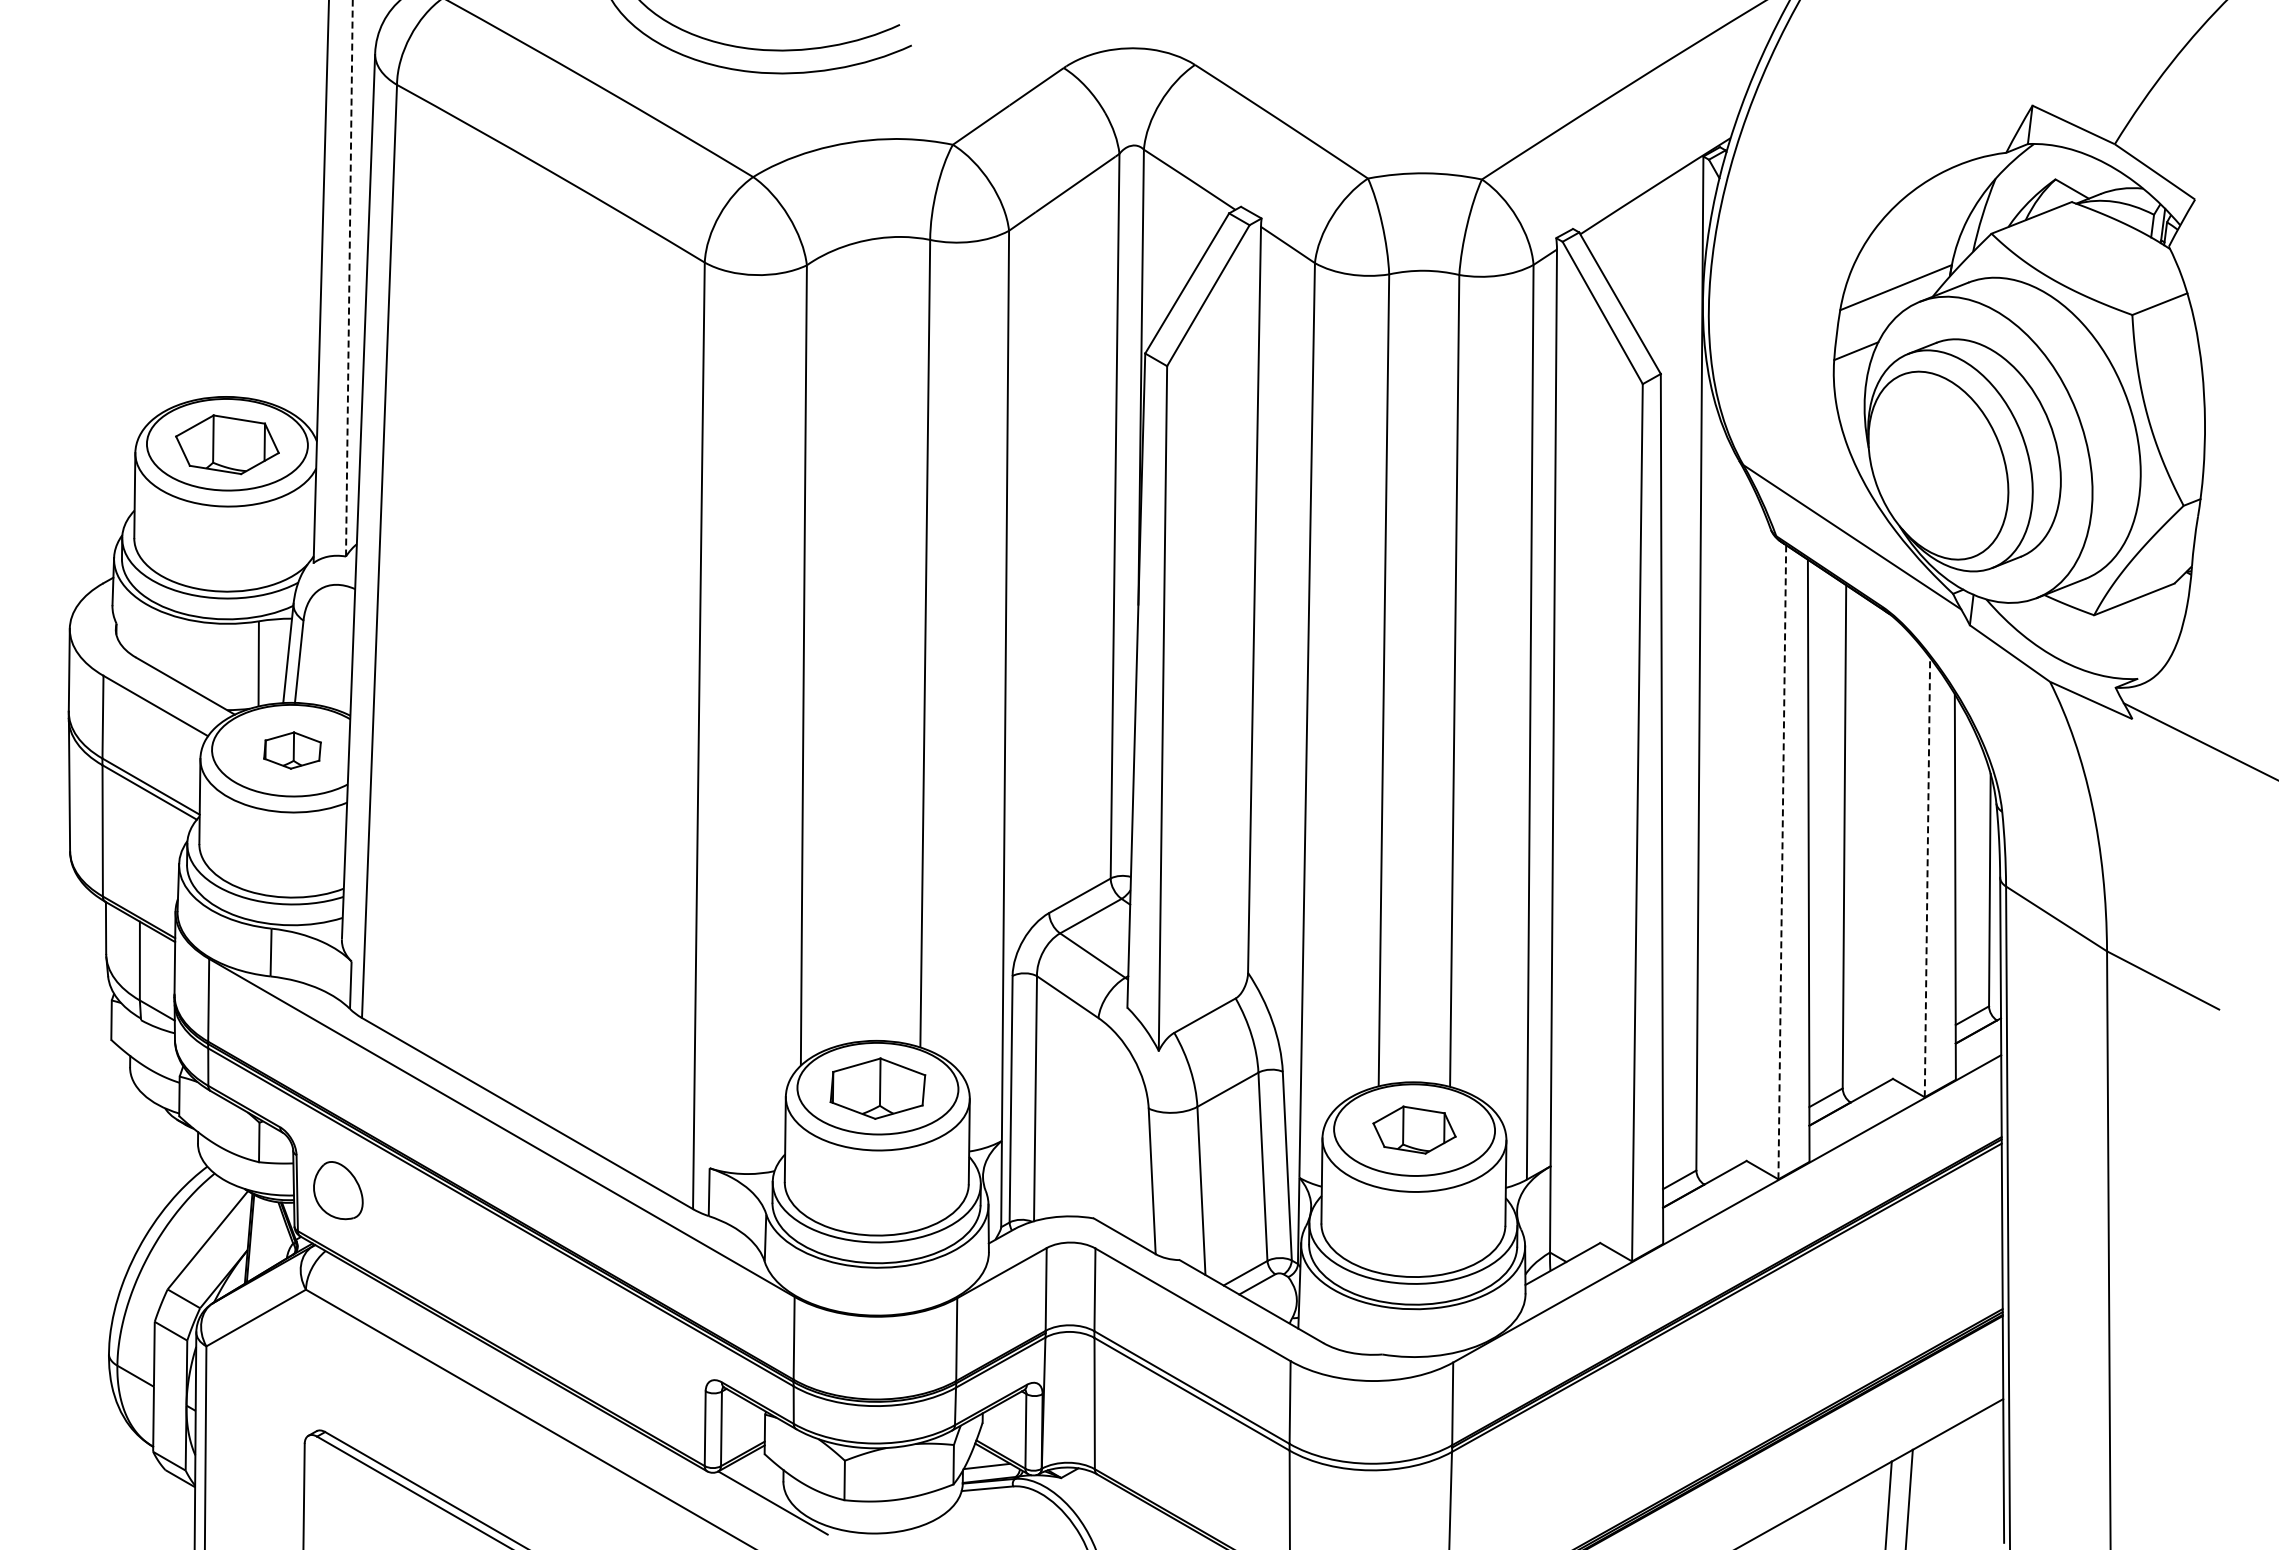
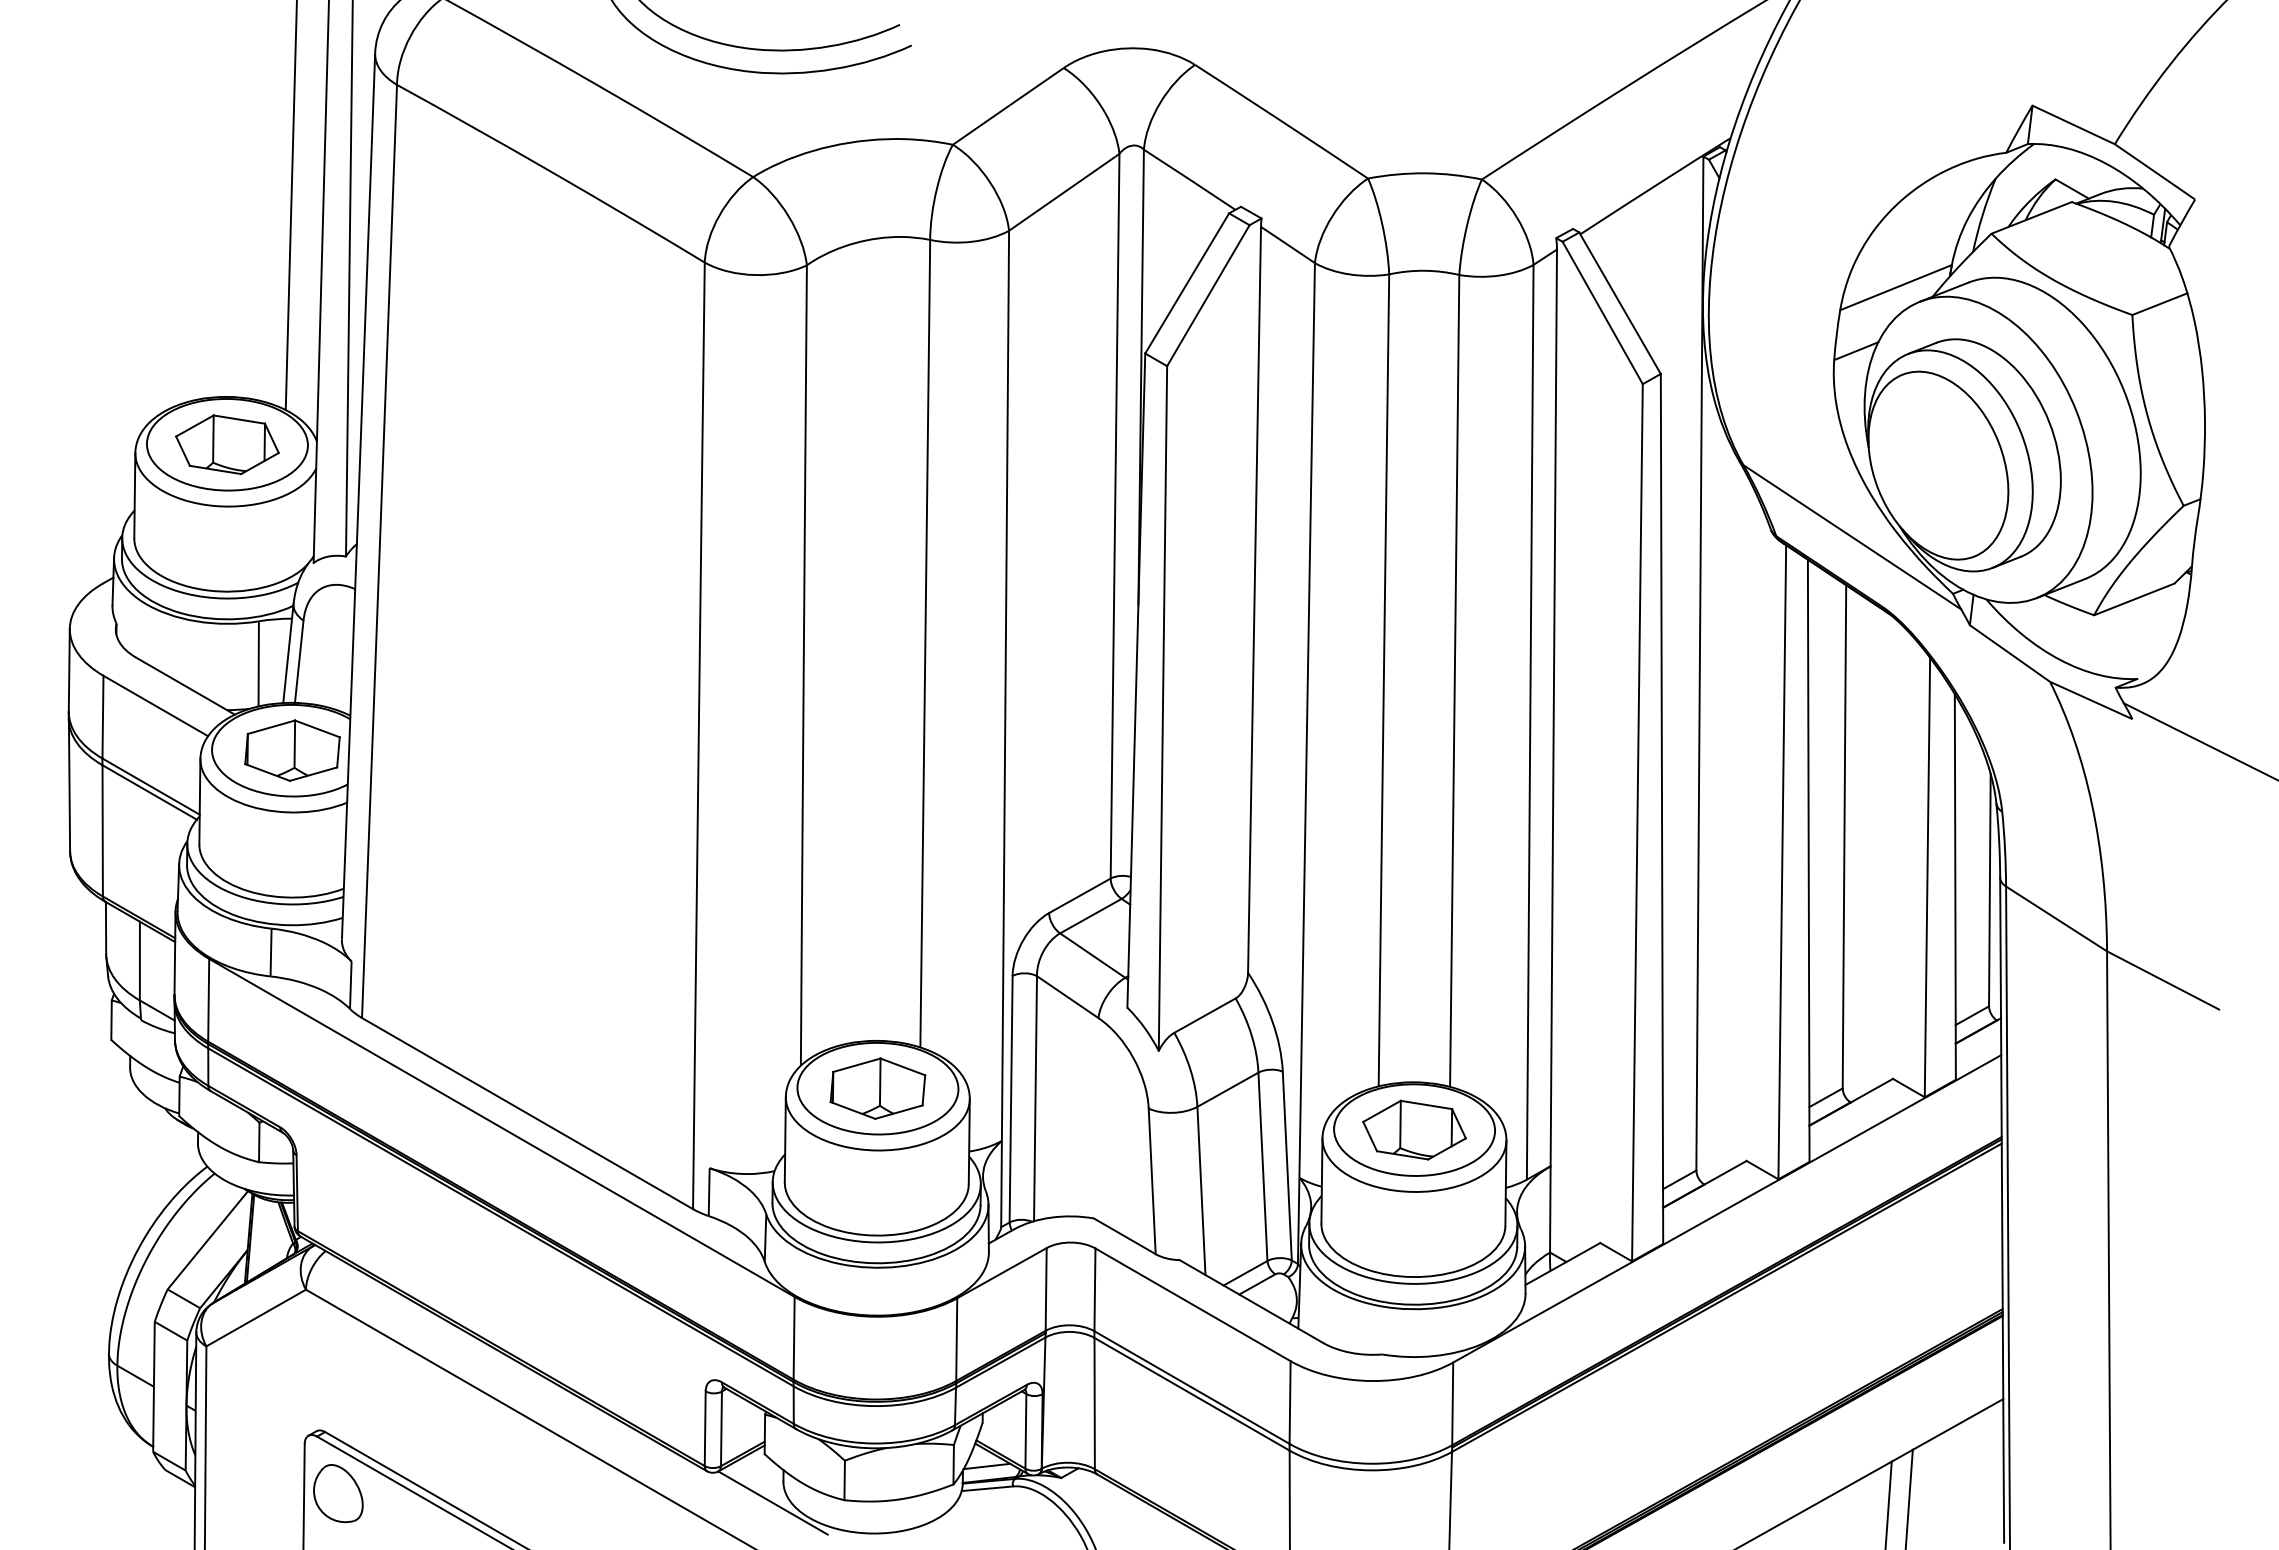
line at (290, 206): none -> present
line at (349, 278): dashed -> solid
part at (292, 750) size: 59x39 px -> 97x63 px
line at (1782, 861): dashed -> solid
line at (1927, 877): dashed -> solid
part at (1414, 1129) size: 85x50 px -> 105x62 px
part at (338, 1190) position: (338, 1190) -> (338, 1493)
